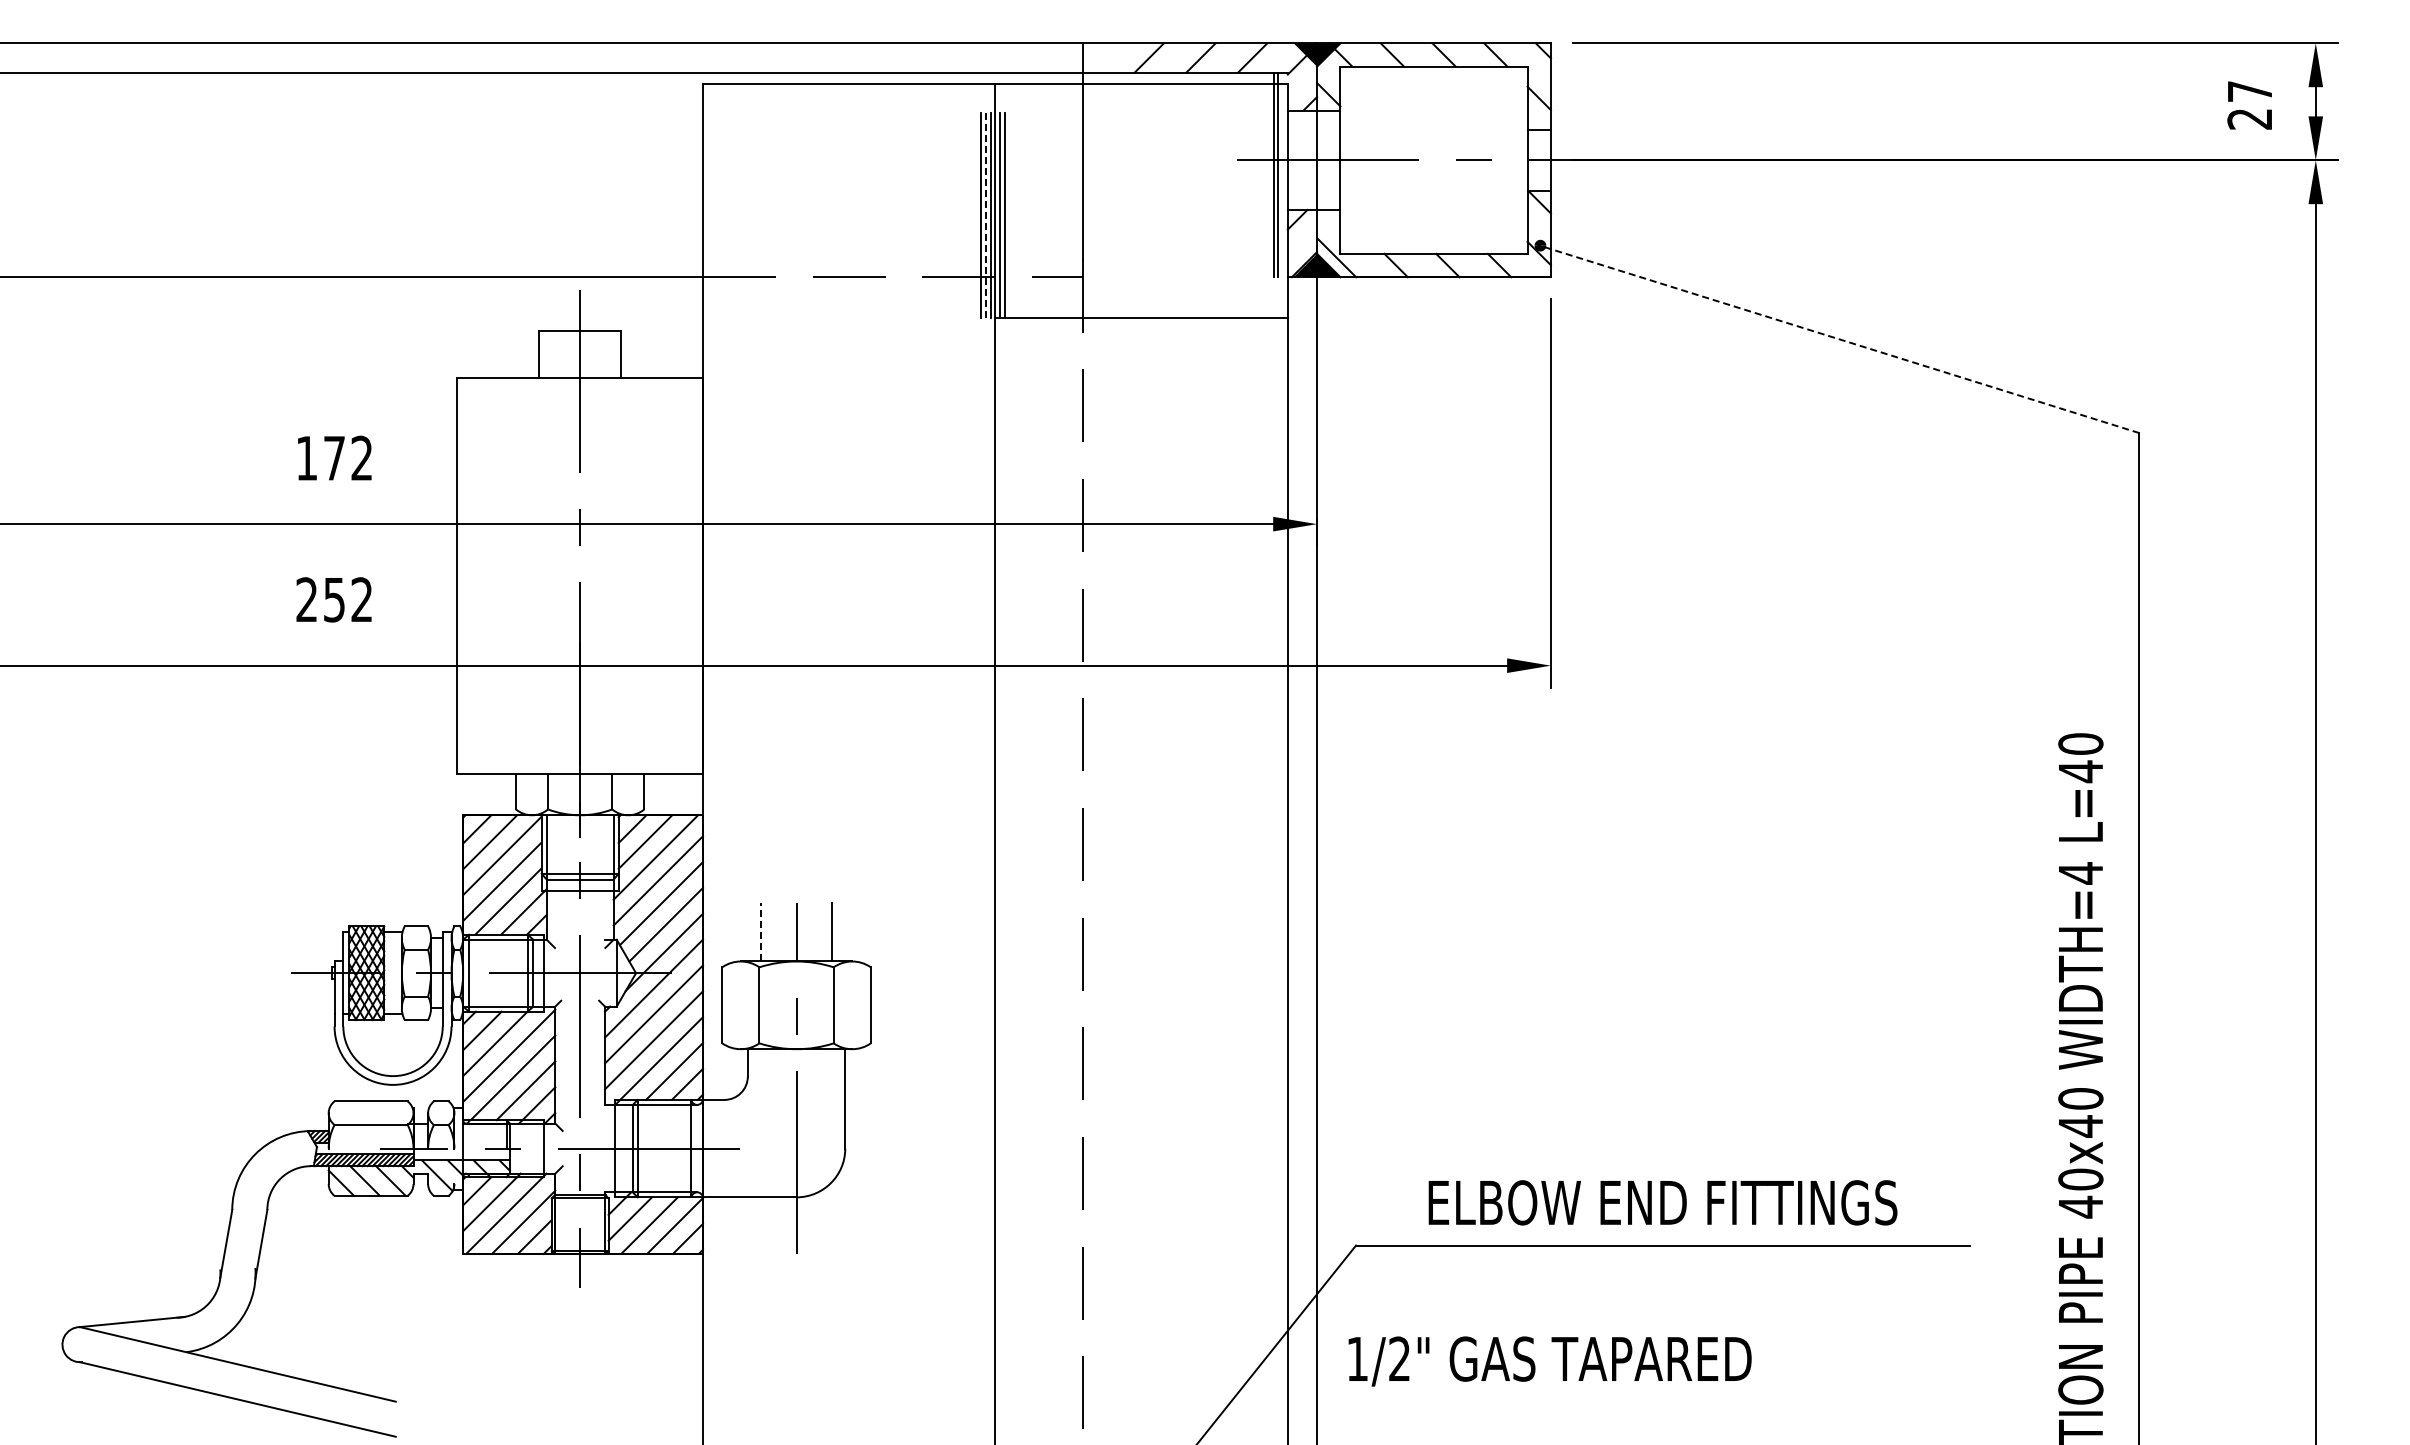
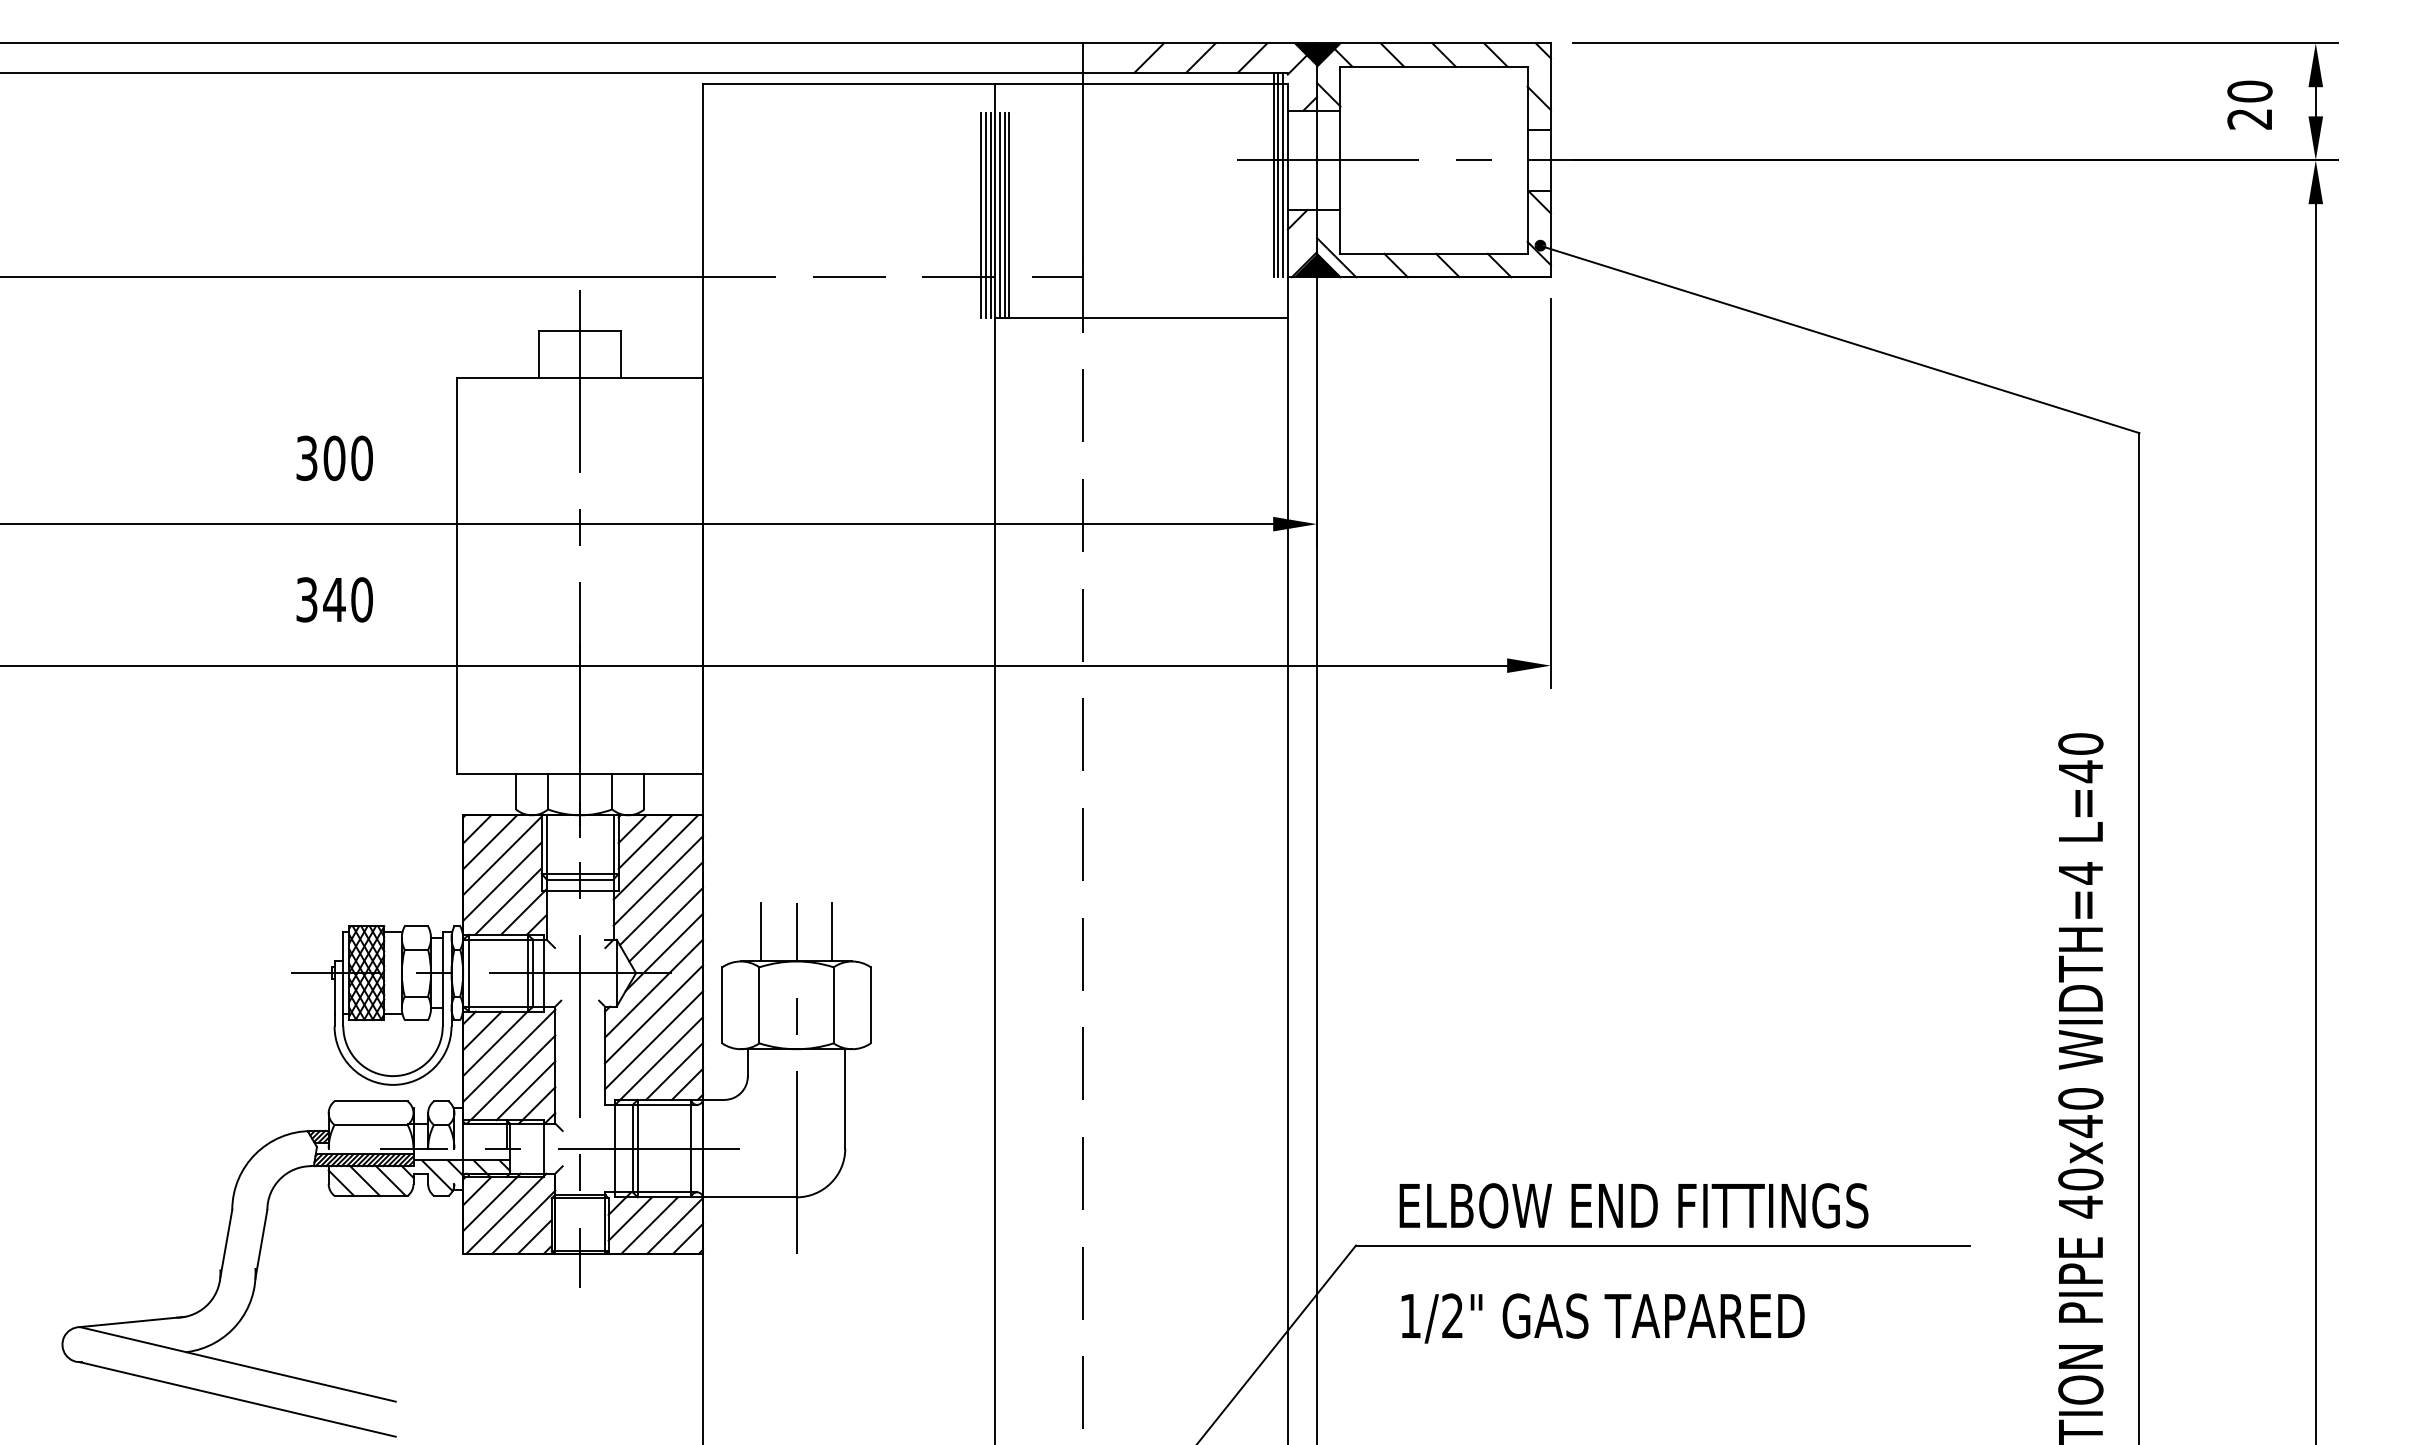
text at (2249, 91): 27 -> 20
line at (1282, 174): none -> present
line at (1009, 215): none -> present
line at (986, 216): dashed -> solid
line at (1838, 338): dashed -> solid
text at (334, 458): 172 -> 300
text at (334, 599): 252 -> 340
line at (761, 931): dashed -> solid
text at (1662, 1202) position: (1662, 1202) -> (1633, 1205)
text at (1549, 1361) position: (1549, 1361) -> (1602, 1318)
